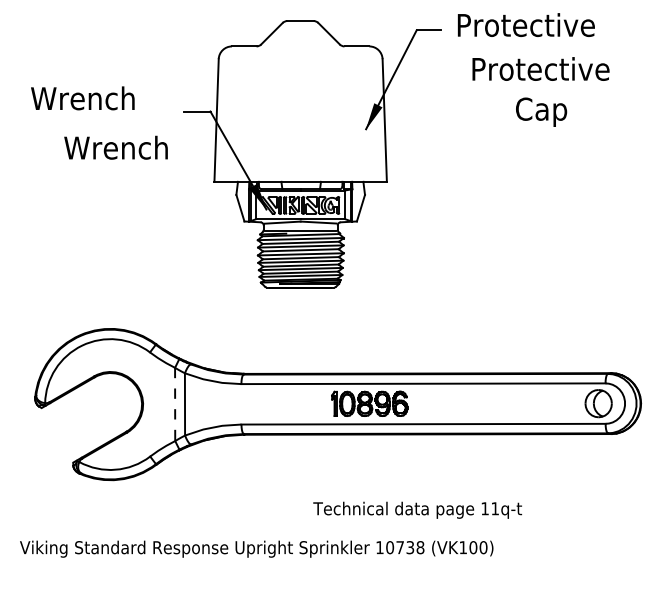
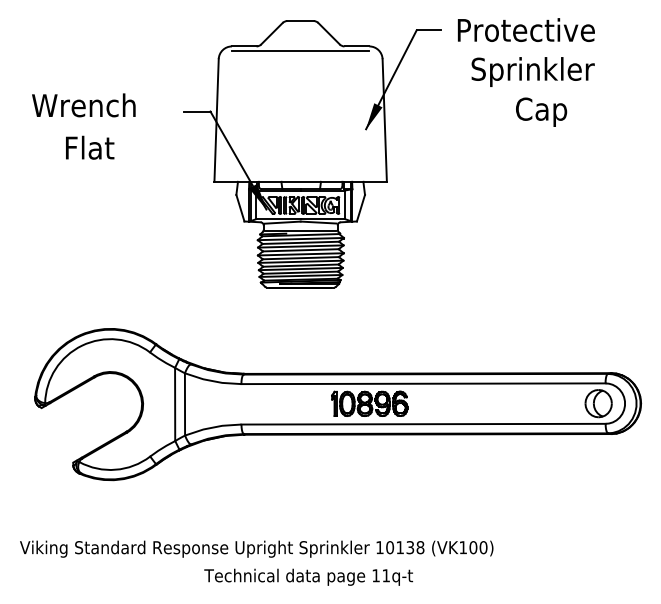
text at (526, 24) position: (526, 24) -> (526, 29)
line at (300, 51): none -> present
text at (540, 71): Protective -> Sprinkler
text at (82, 98) position: (82, 98) -> (83, 105)
text at (115, 147): Wrench -> Flat
line at (175, 404): dashed -> solid
text at (417, 509) position: (417, 509) -> (308, 576)
text at (399, 547): 10738 -> 10138
